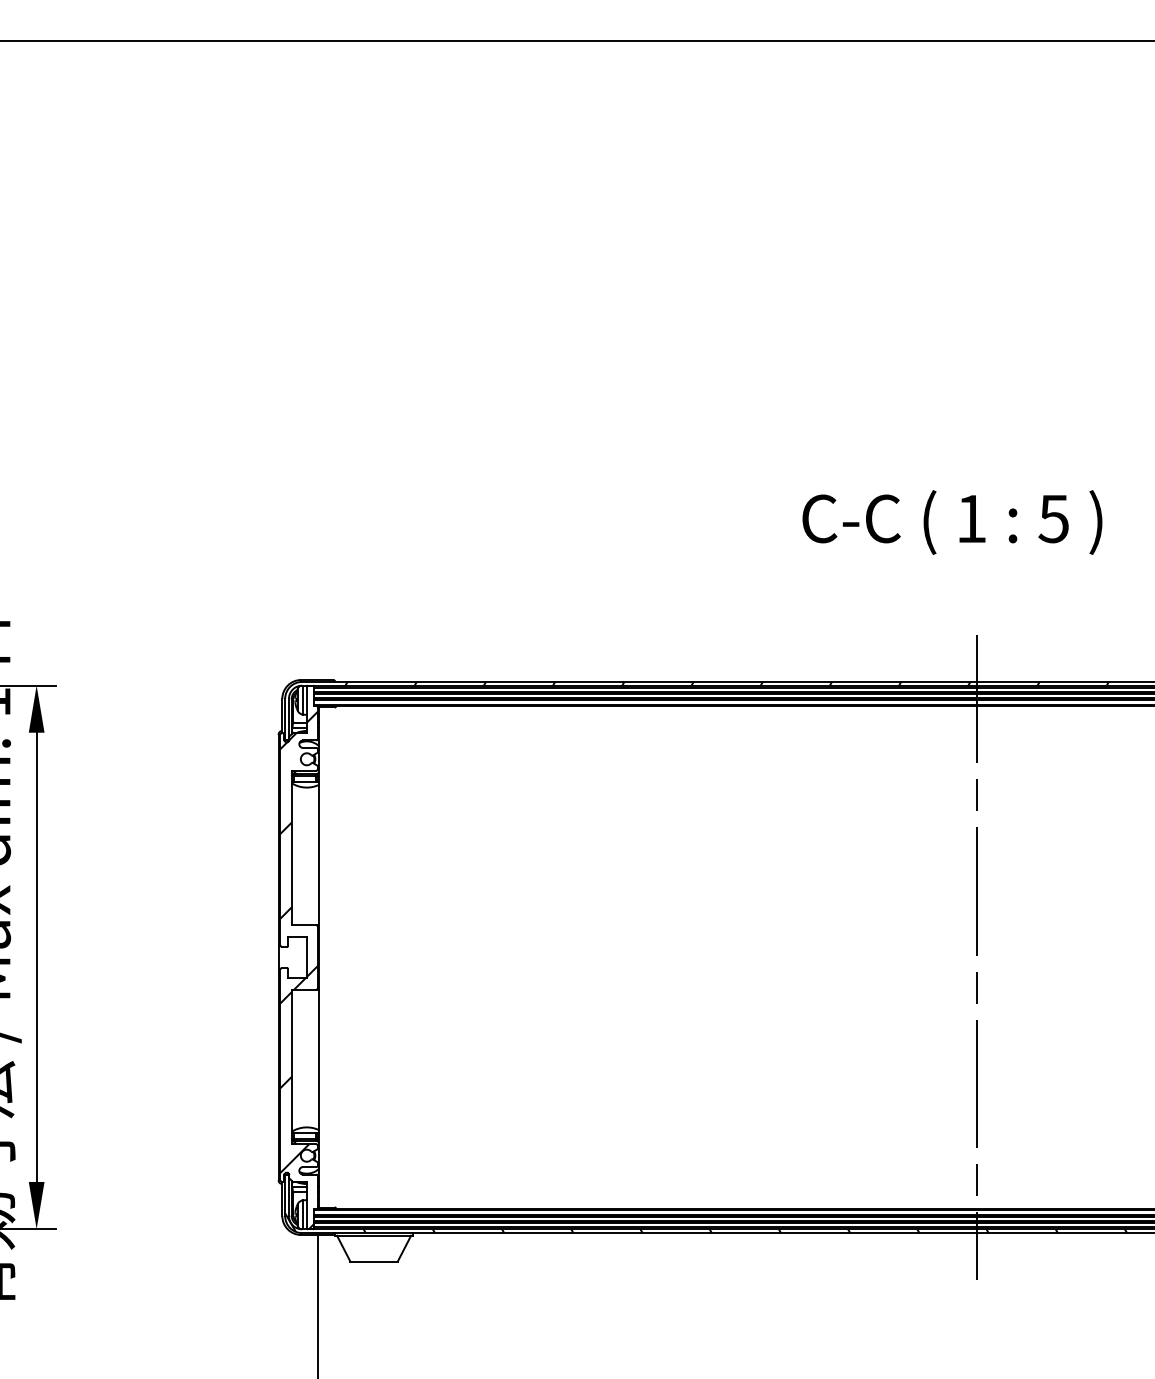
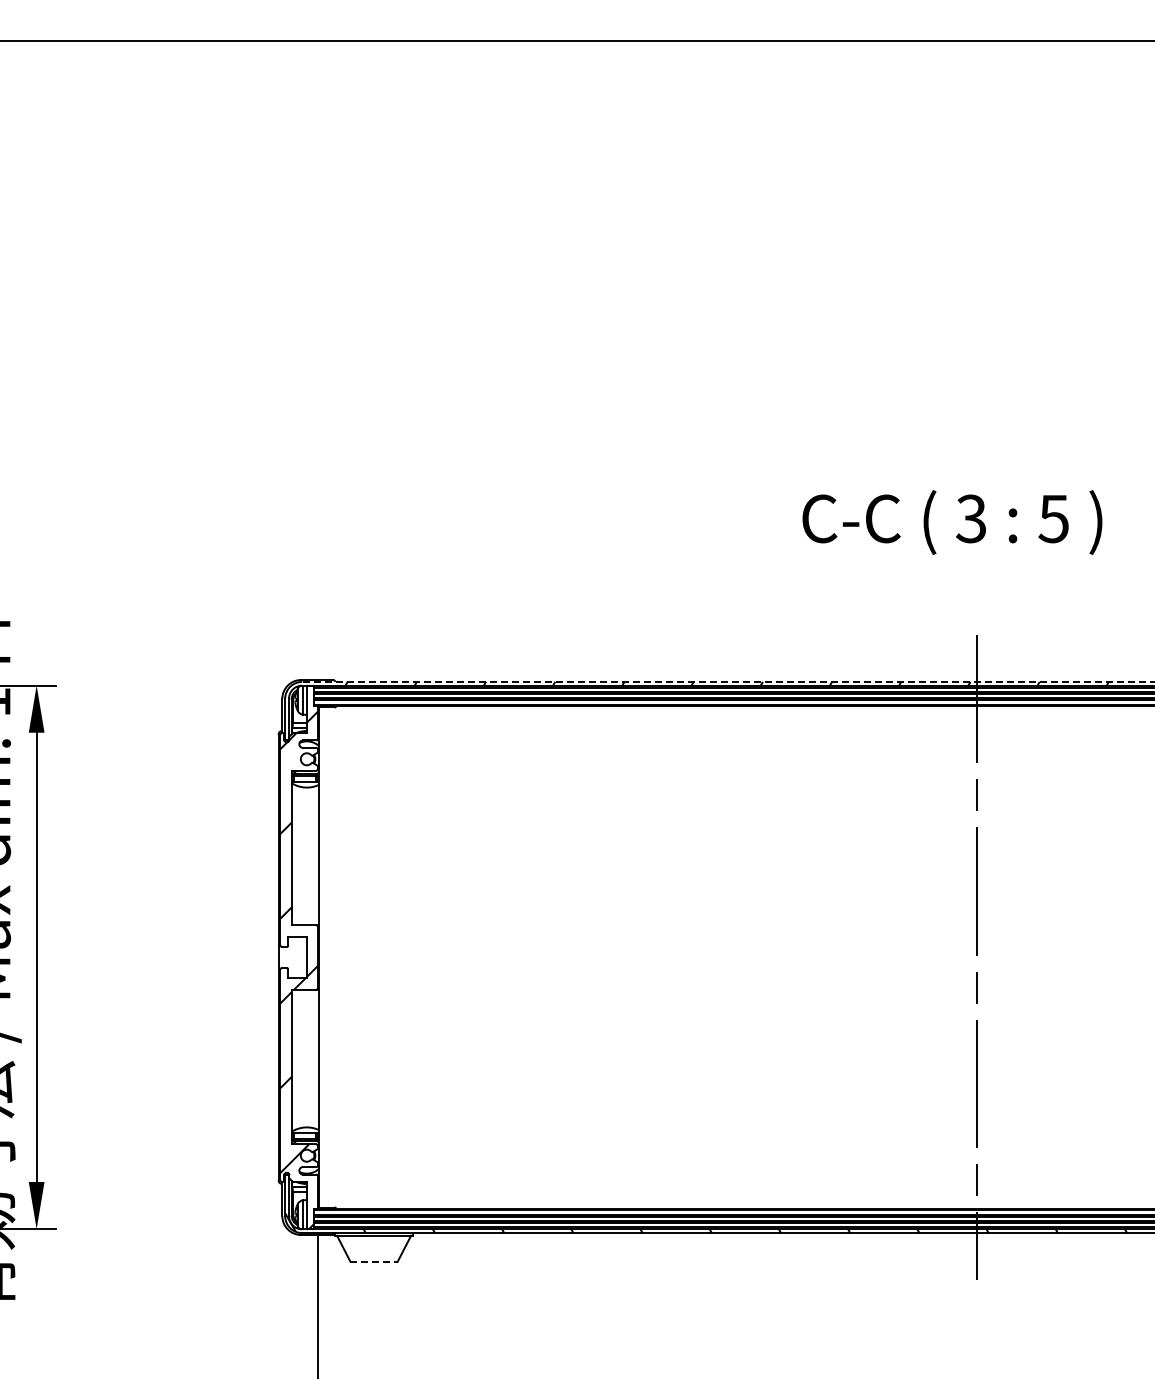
text at (970, 518): 1 -> 3
line at (728, 681): solid -> dashed
line at (374, 1261): solid -> dashed
